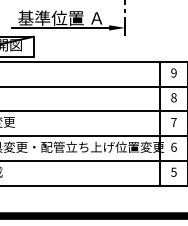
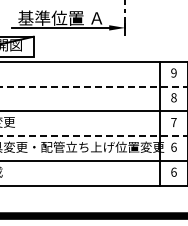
line at (94, 86): solid -> dashed
line at (94, 136): solid -> dashed
text at (173, 171): 5 -> 6
